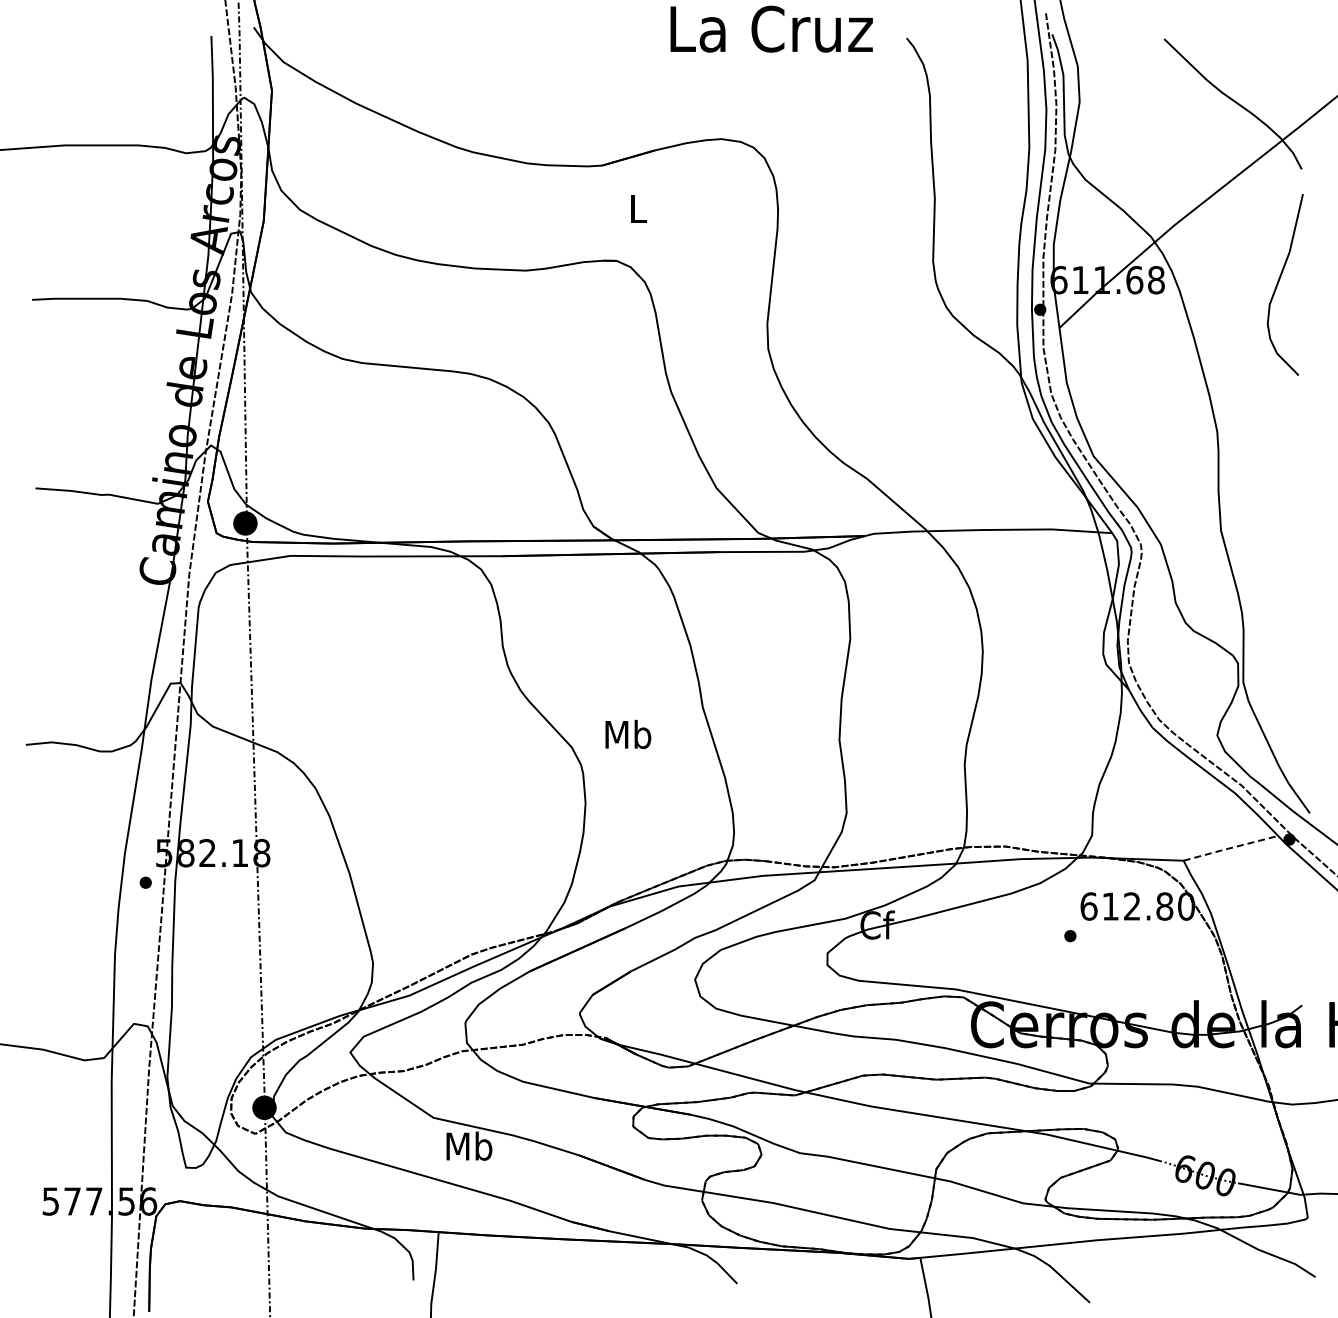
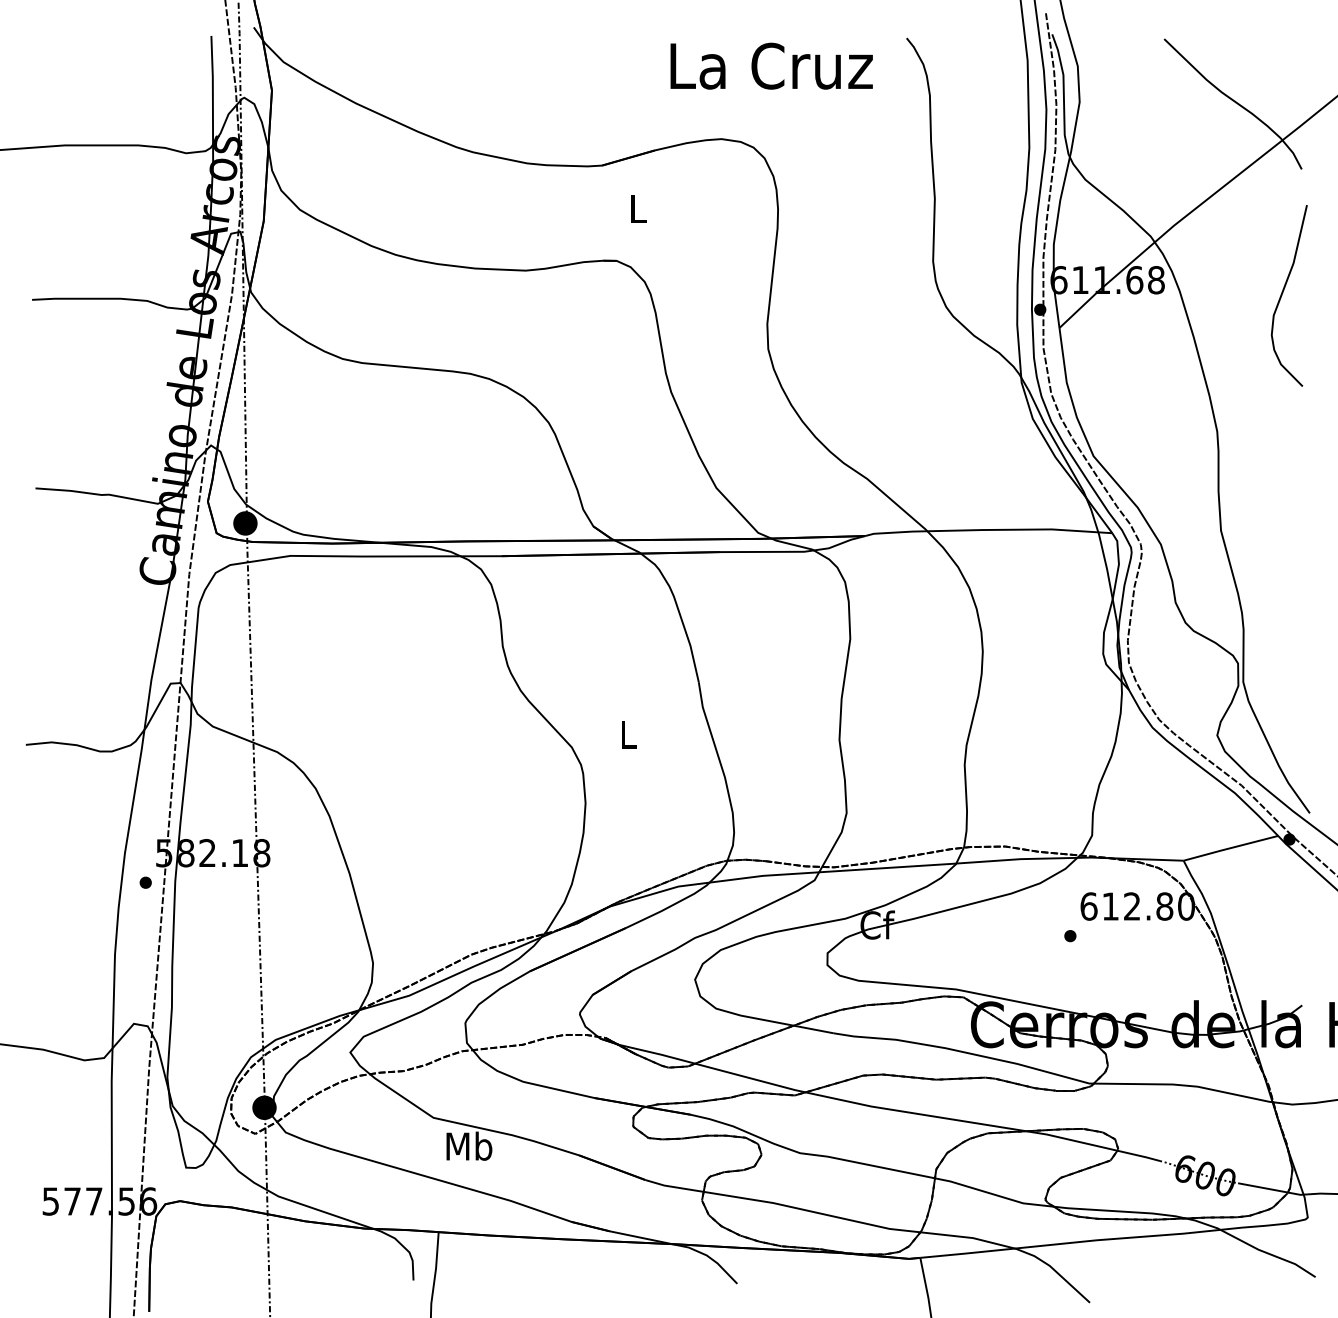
text at (771, 28) position: (771, 28) -> (771, 65)
curve at (1279, 282) position: (1279, 282) -> (1283, 293)
text at (628, 734): Mb -> L
line at (1230, 848): dashed -> solid
